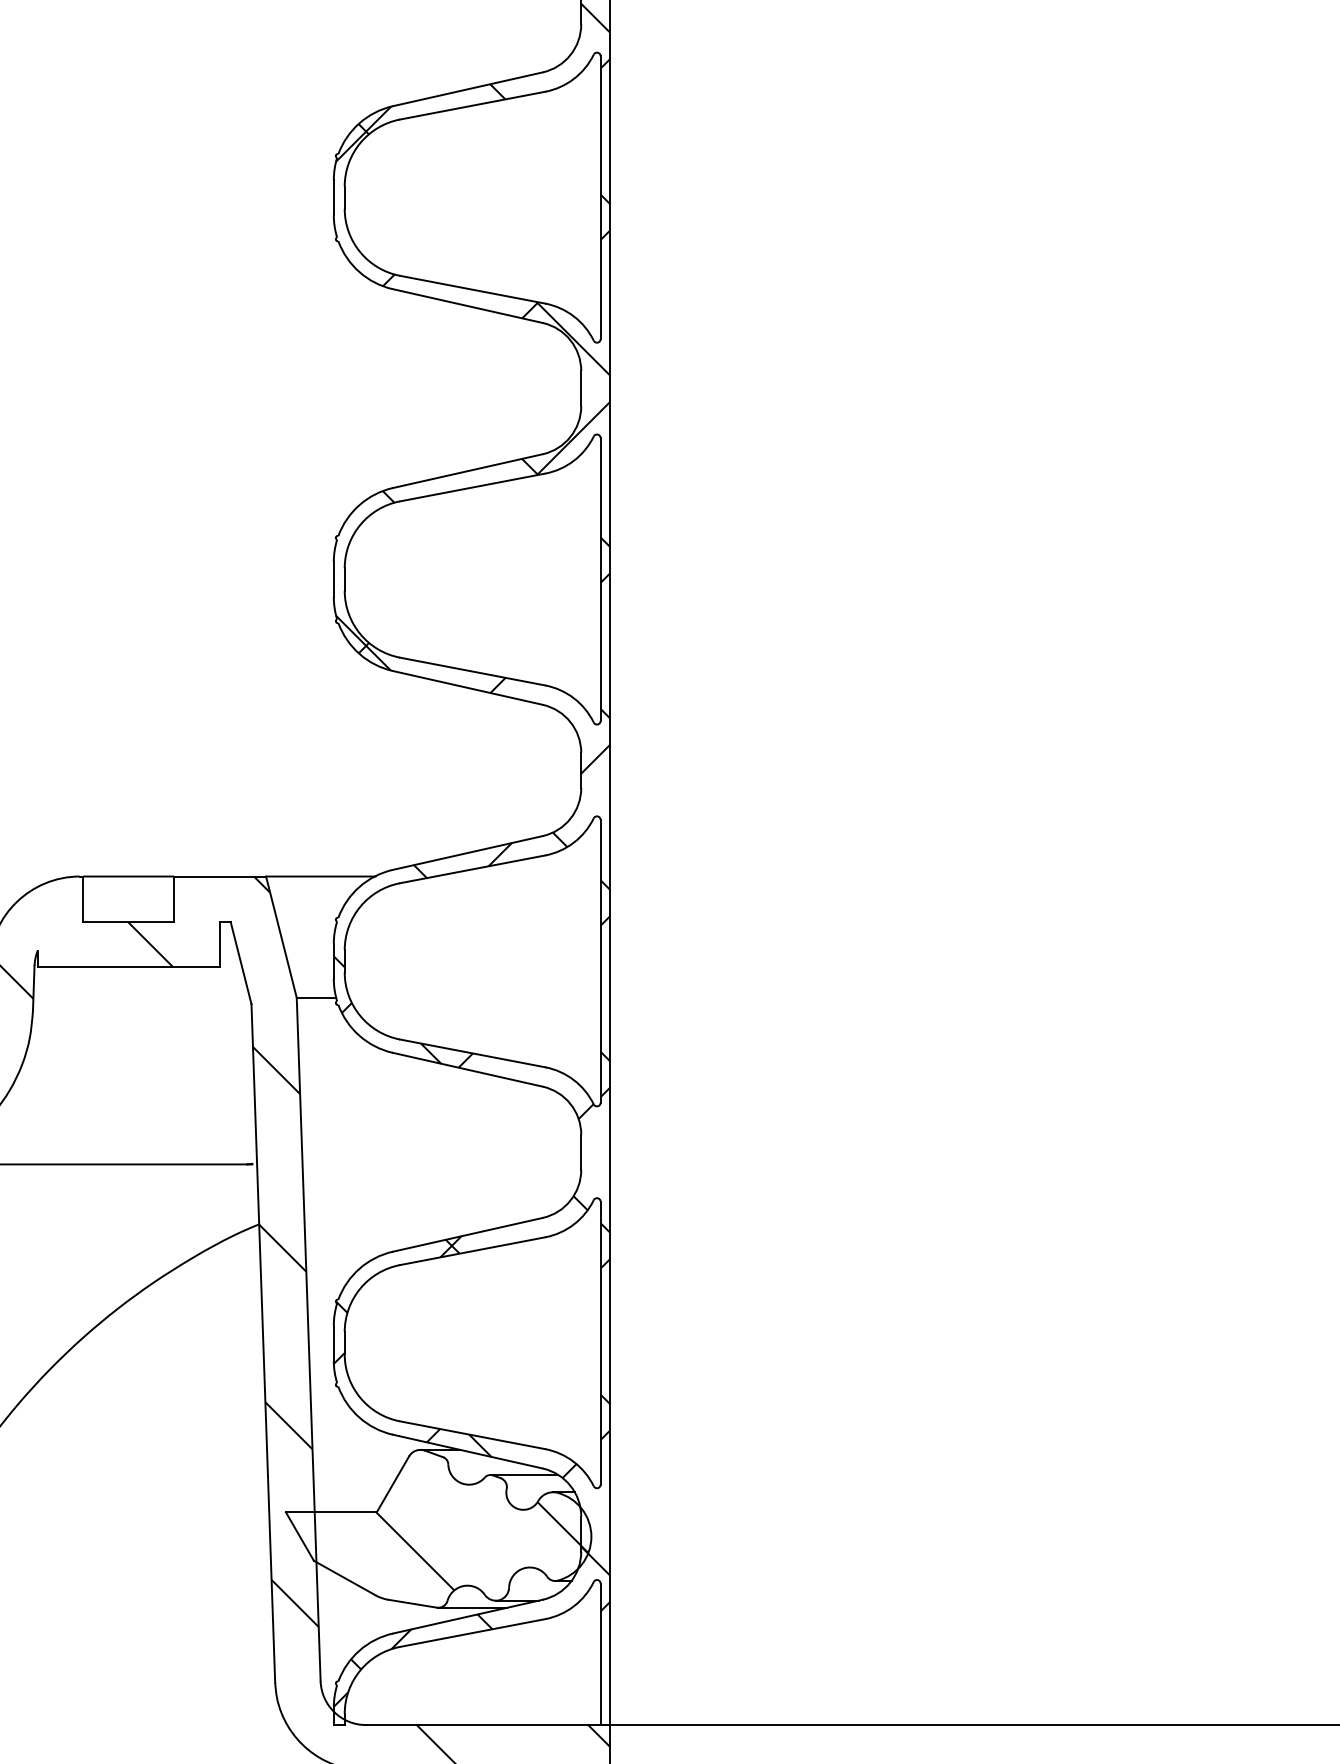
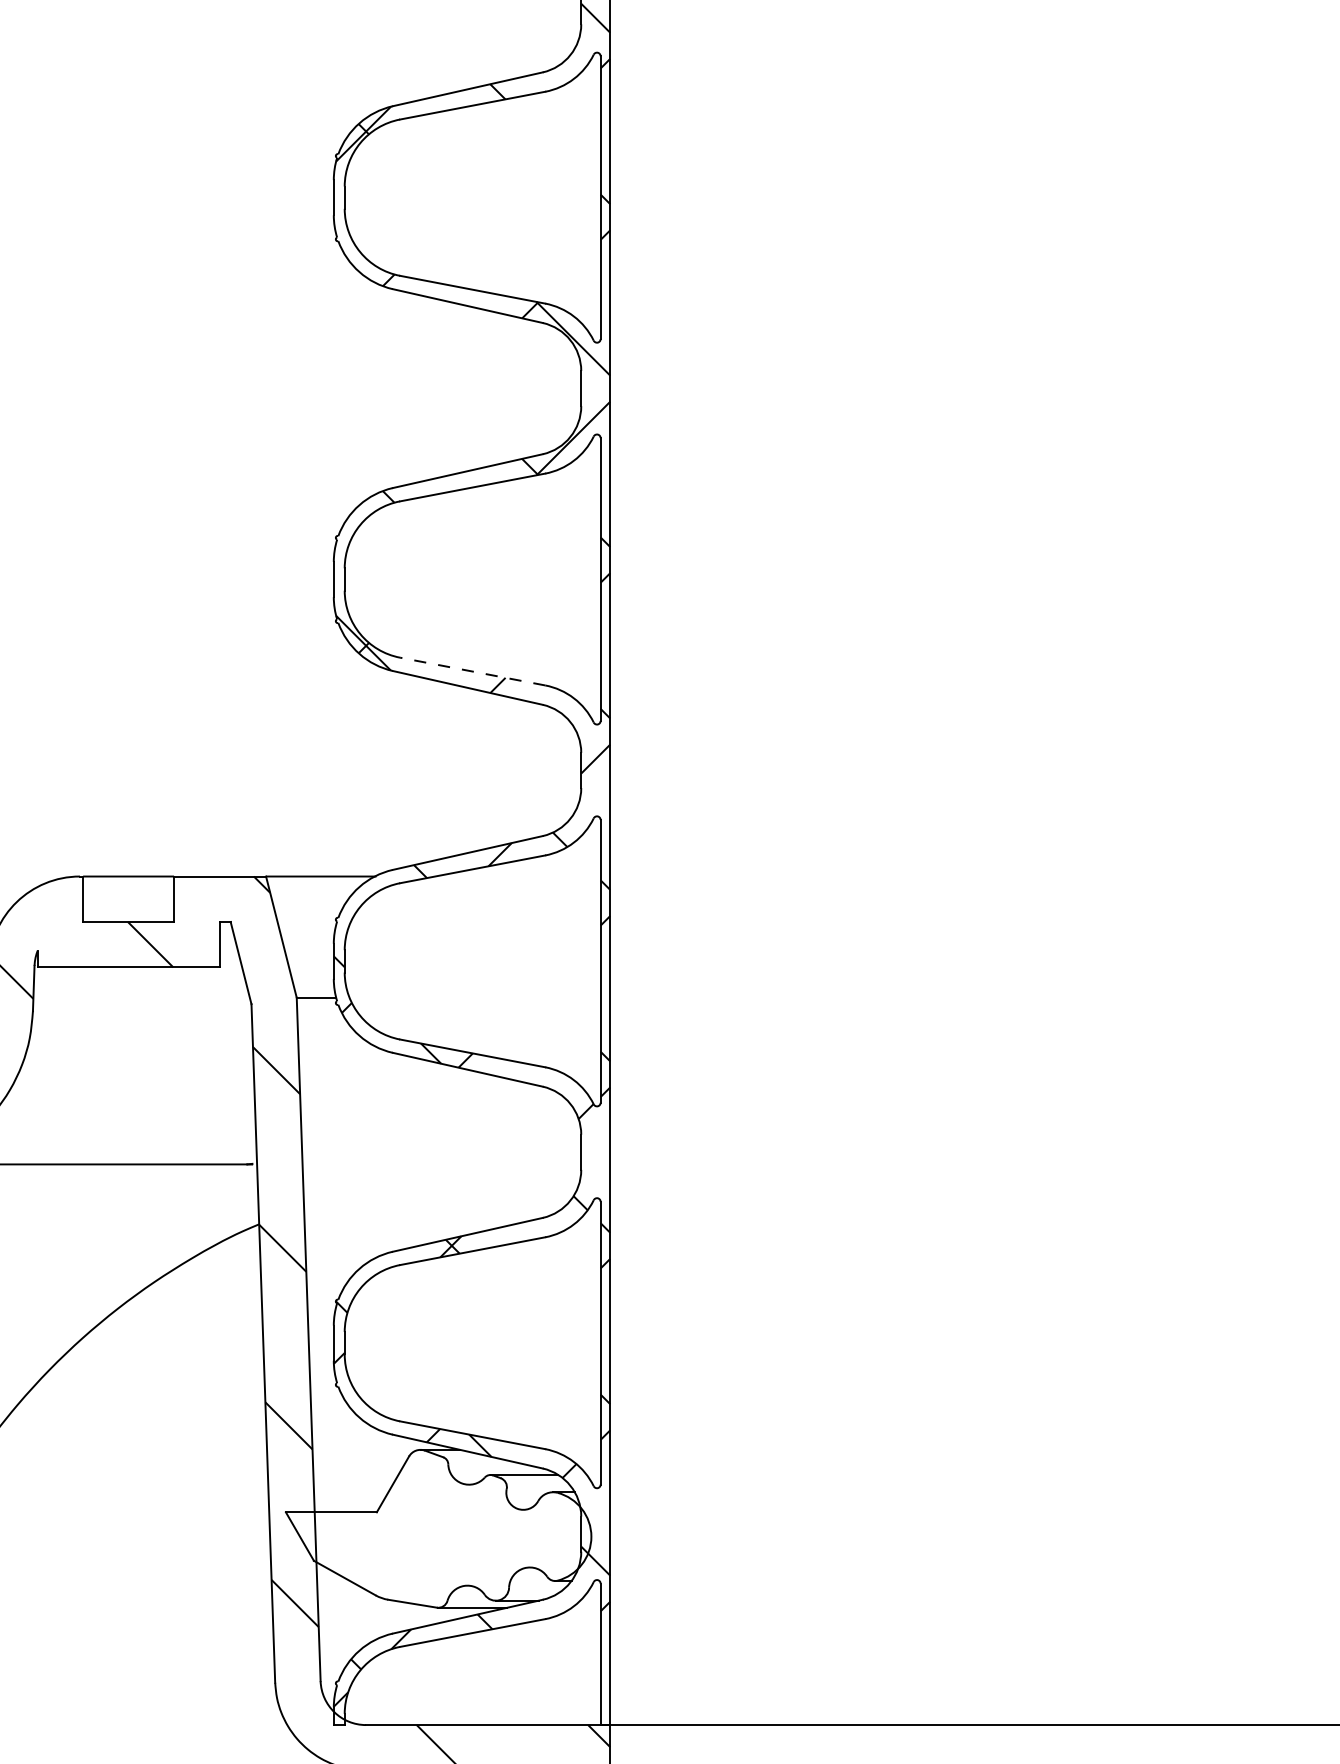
line at (472, 671): solid -> dashed
hatch at (482, 1546): present -> none
